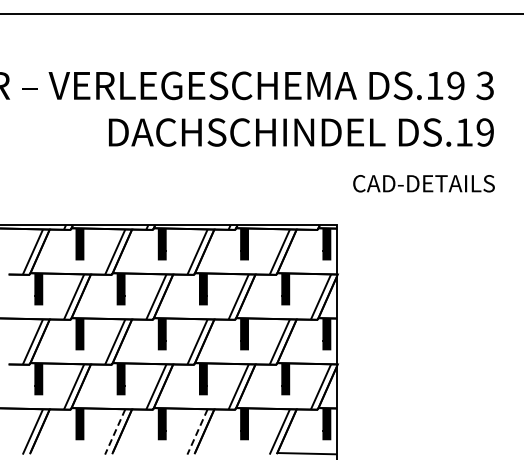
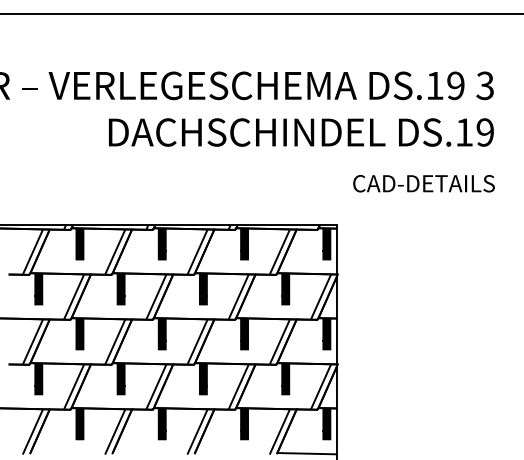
line at (115, 431): dashed -> solid
line at (197, 431): dashed -> solid
